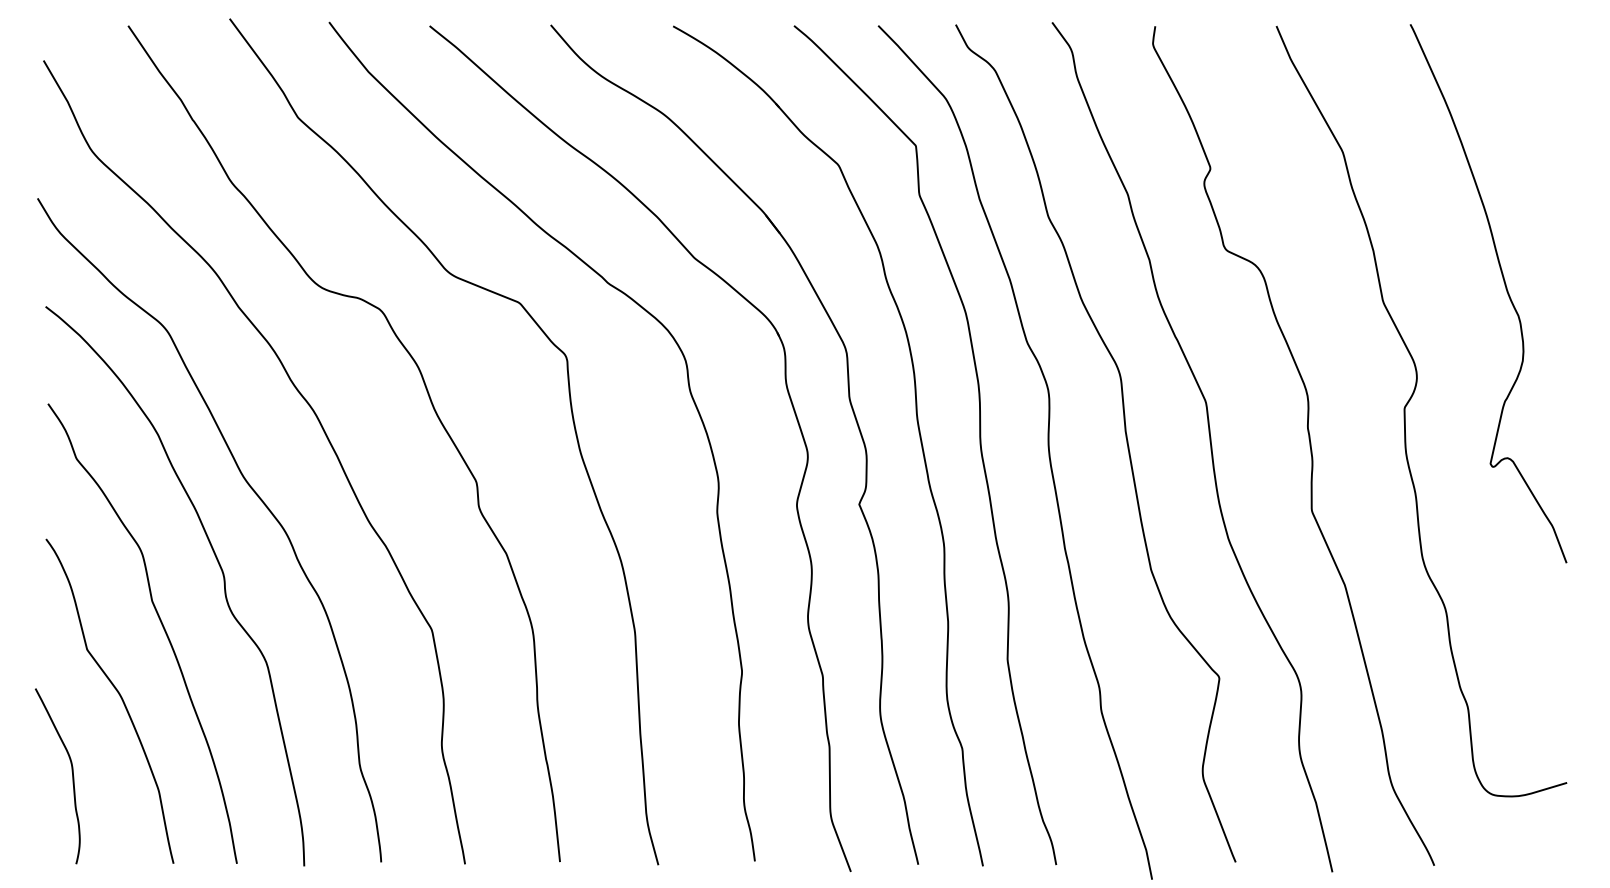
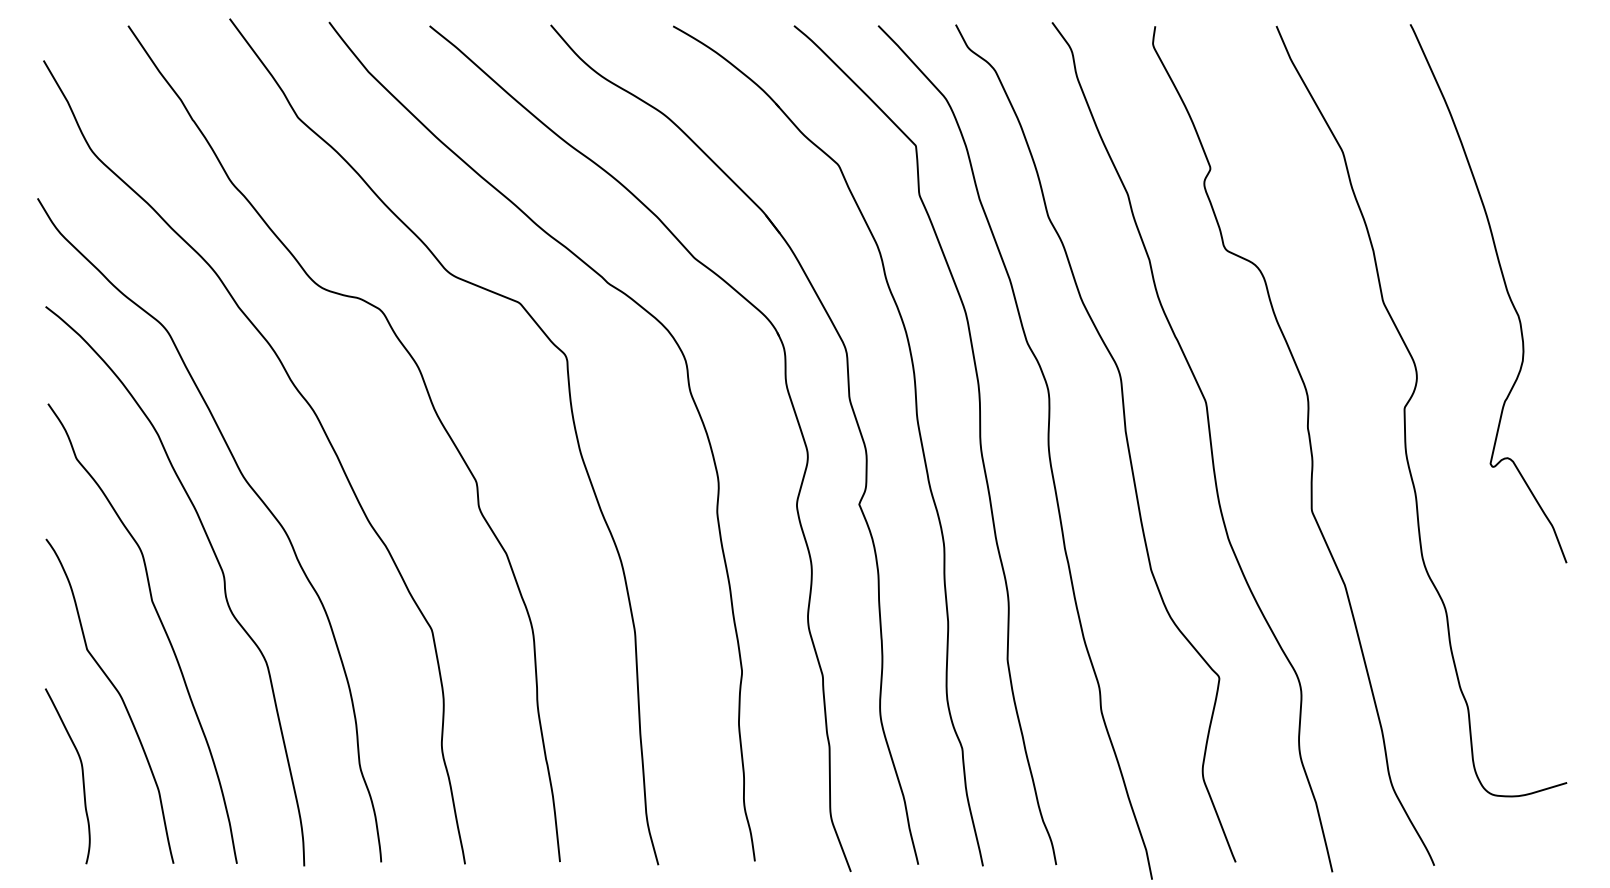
curve at (71, 771) position: (71, 771) -> (81, 771)
